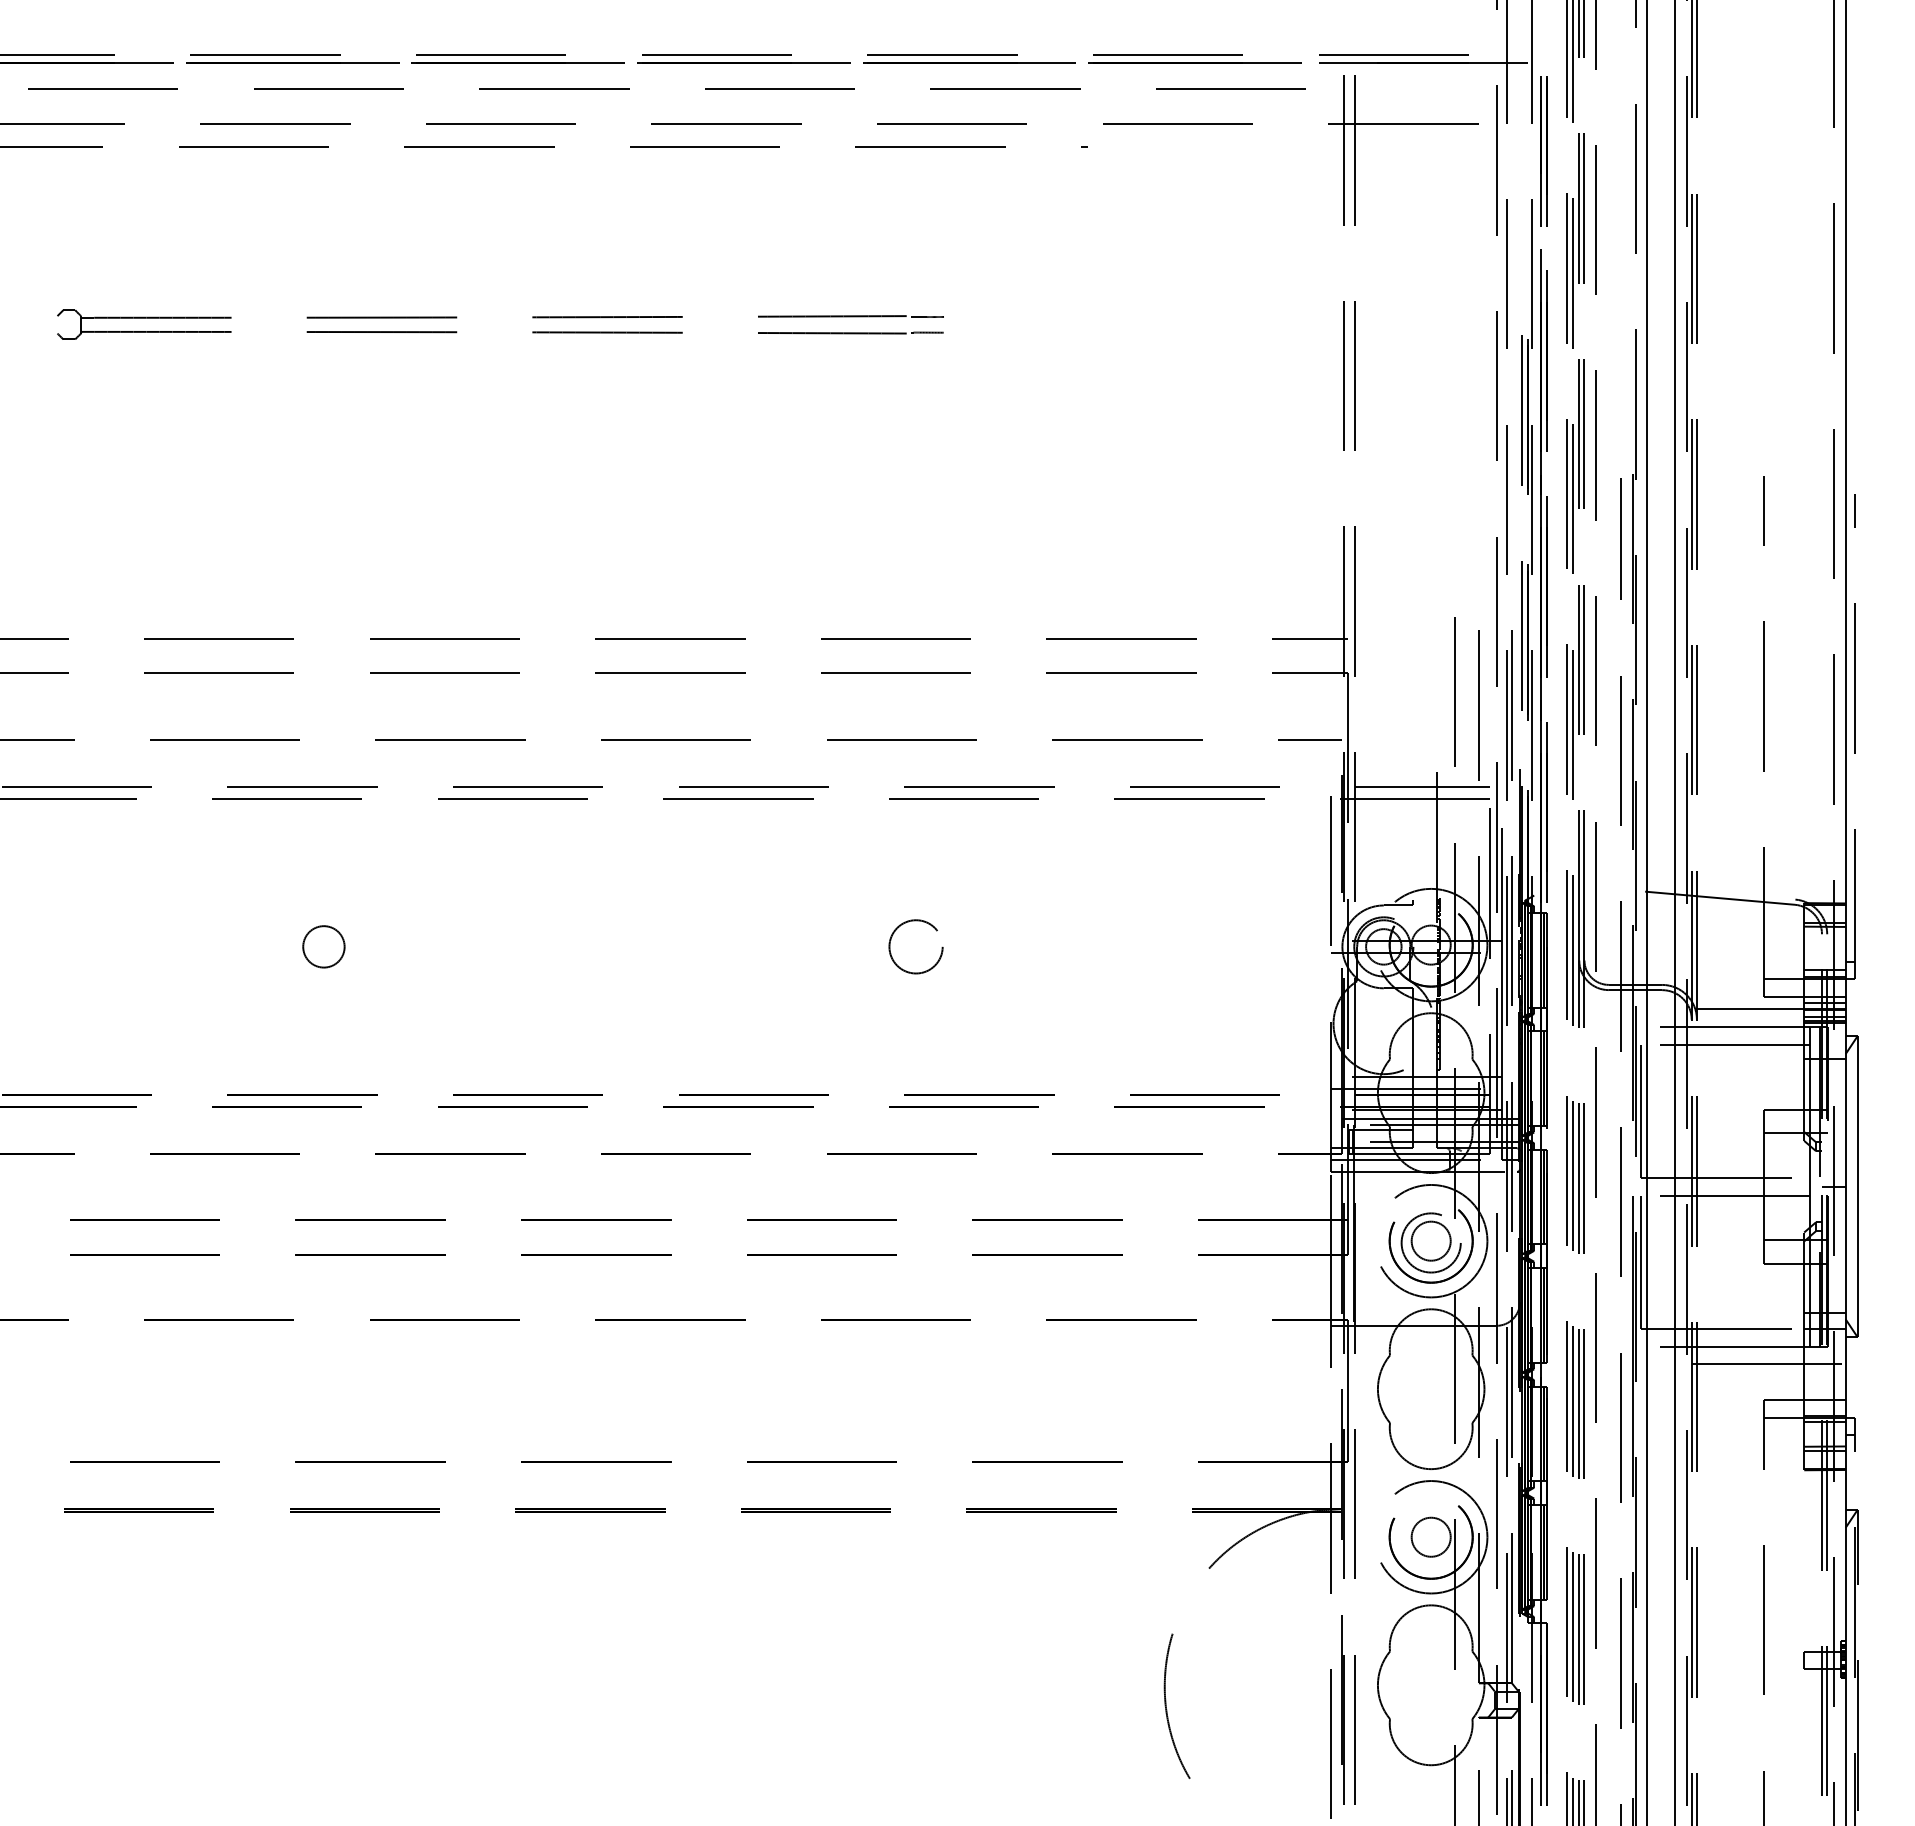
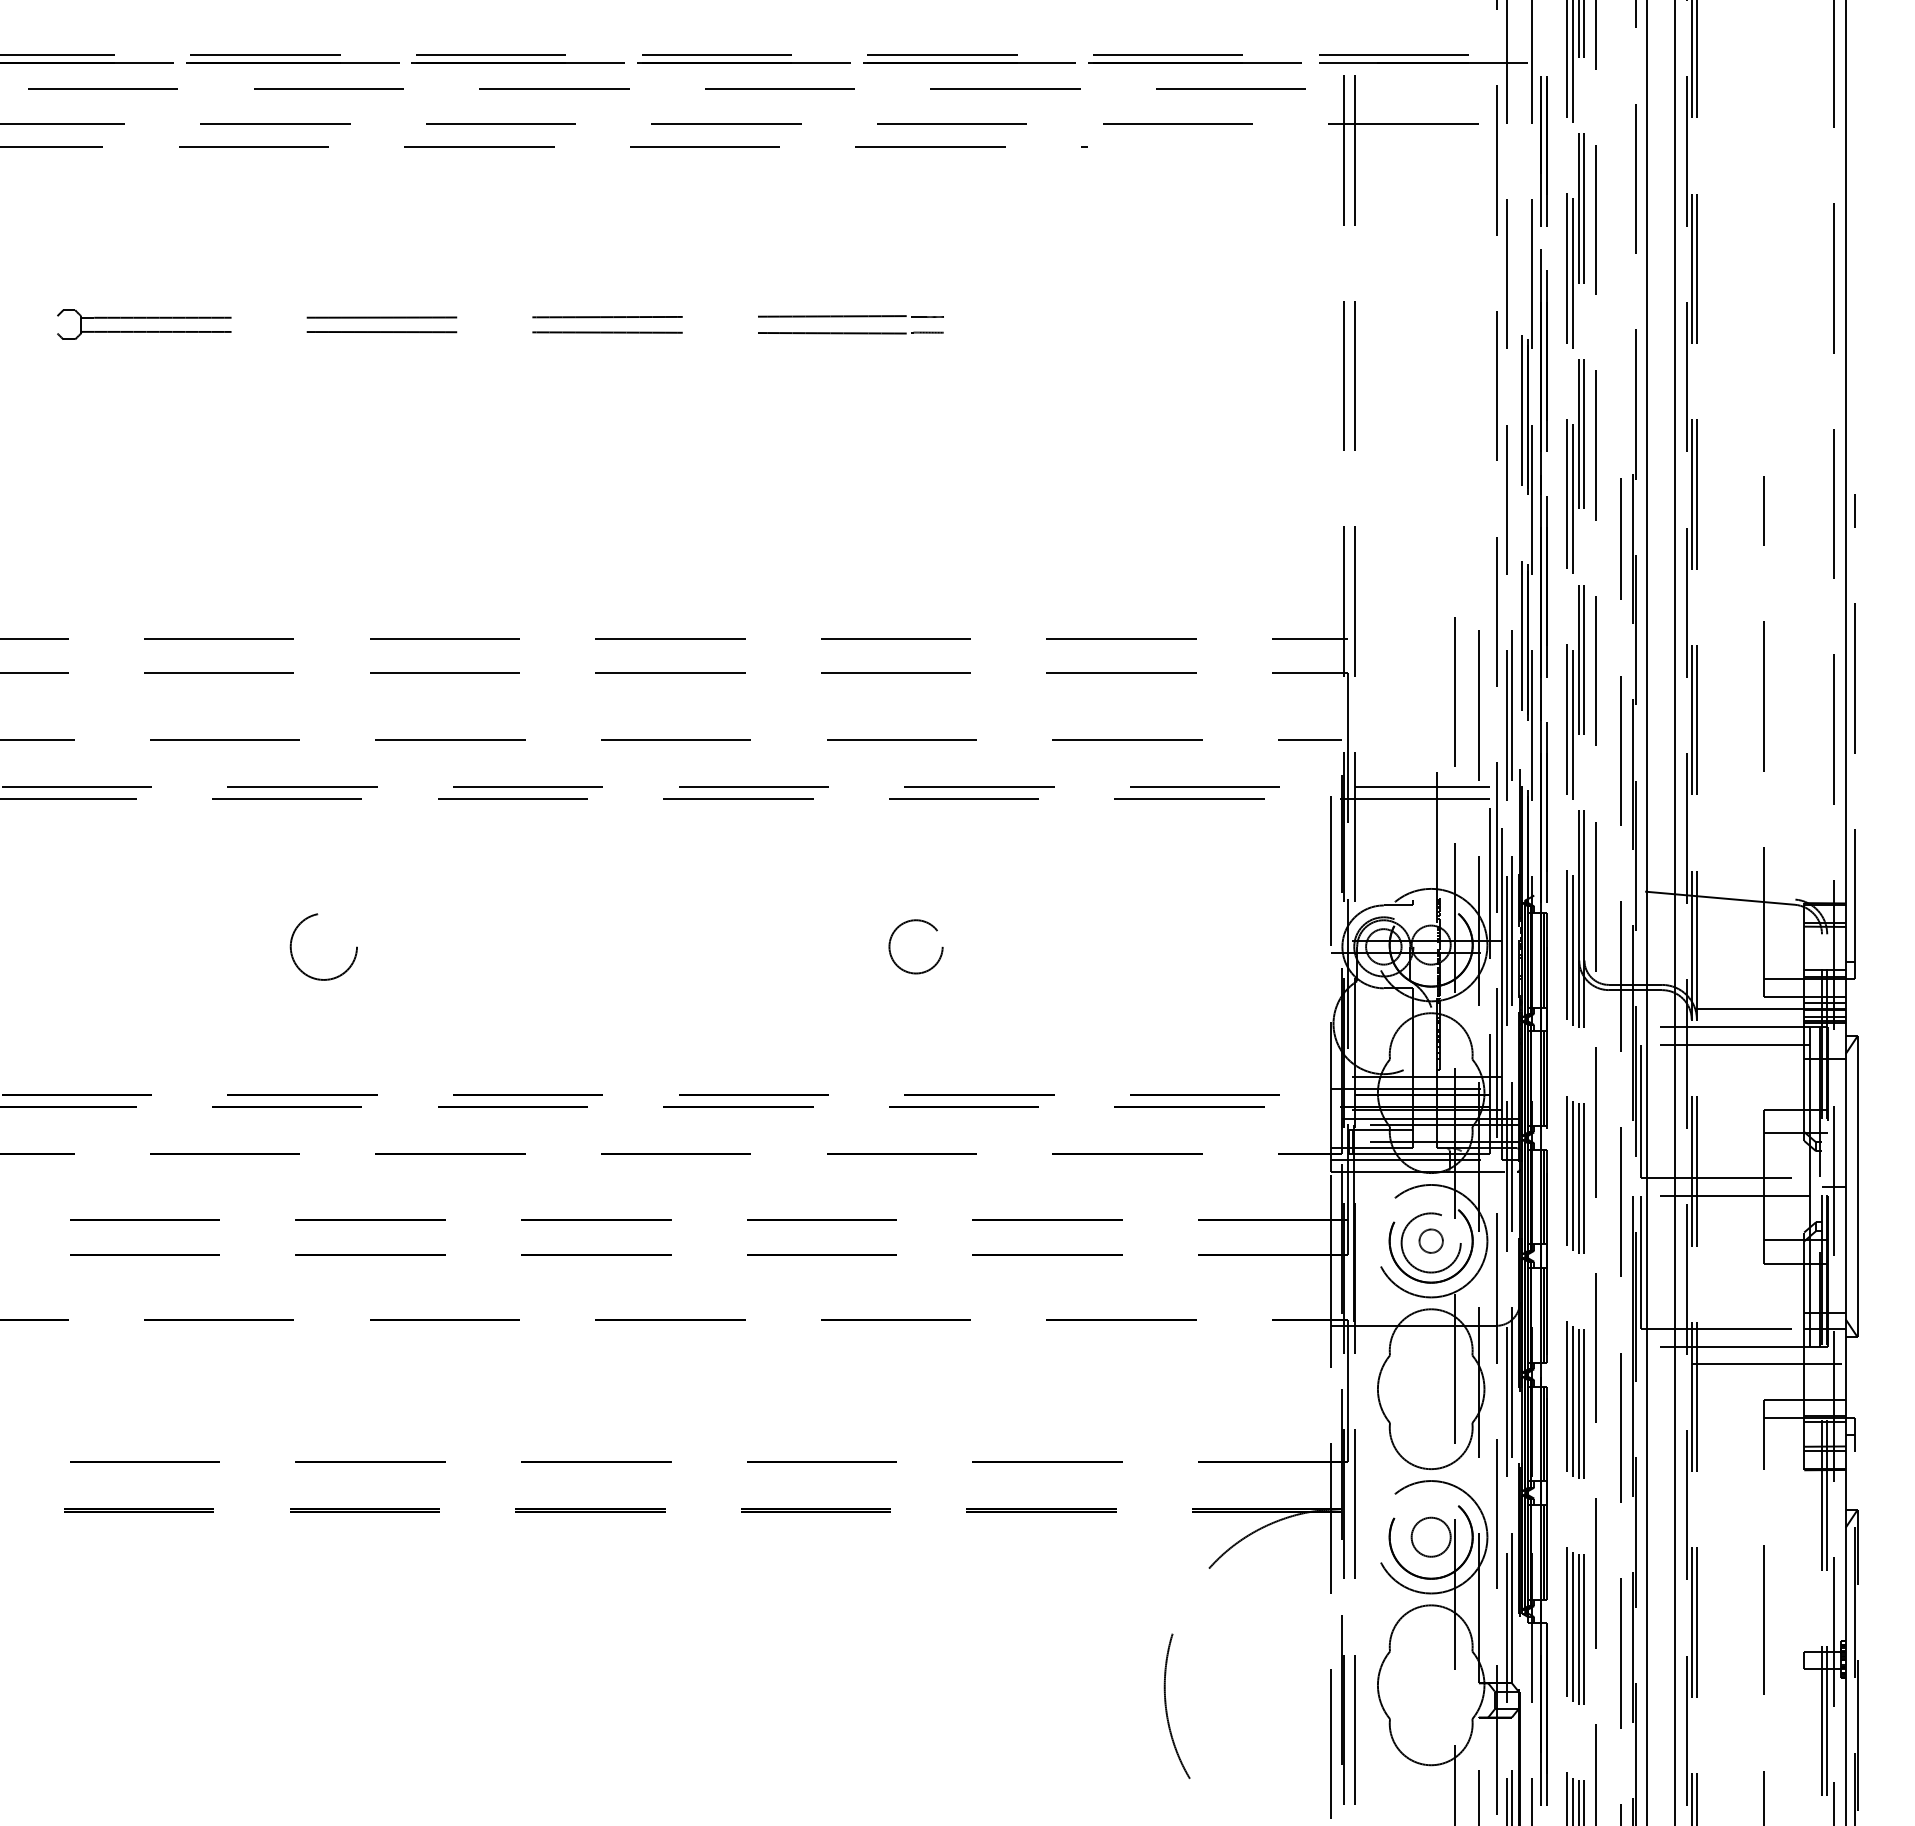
circle at (323, 946) size: 44x44 px -> 69x68 px
circle at (1430, 1240) diameter: 39 px -> 23 px
